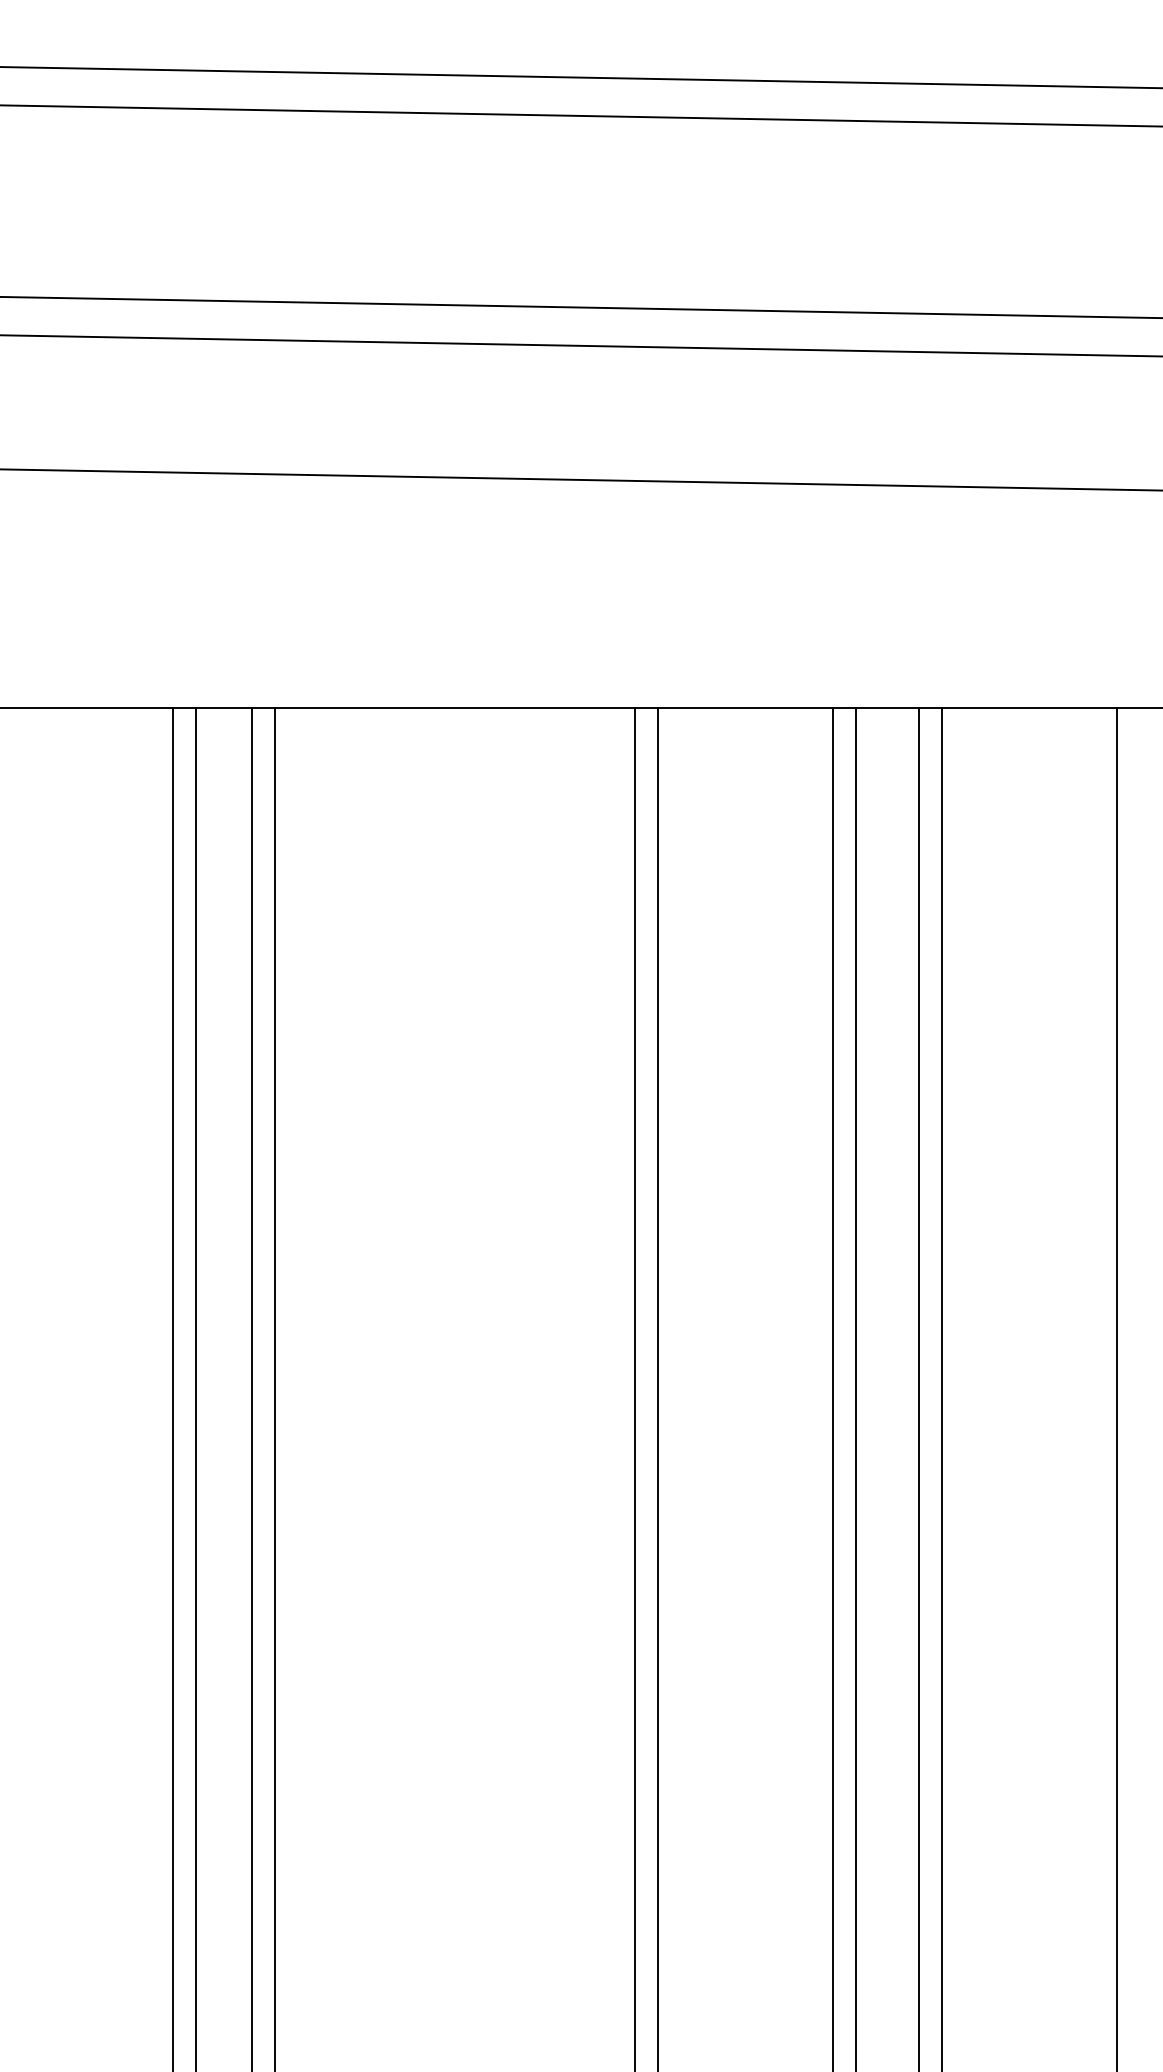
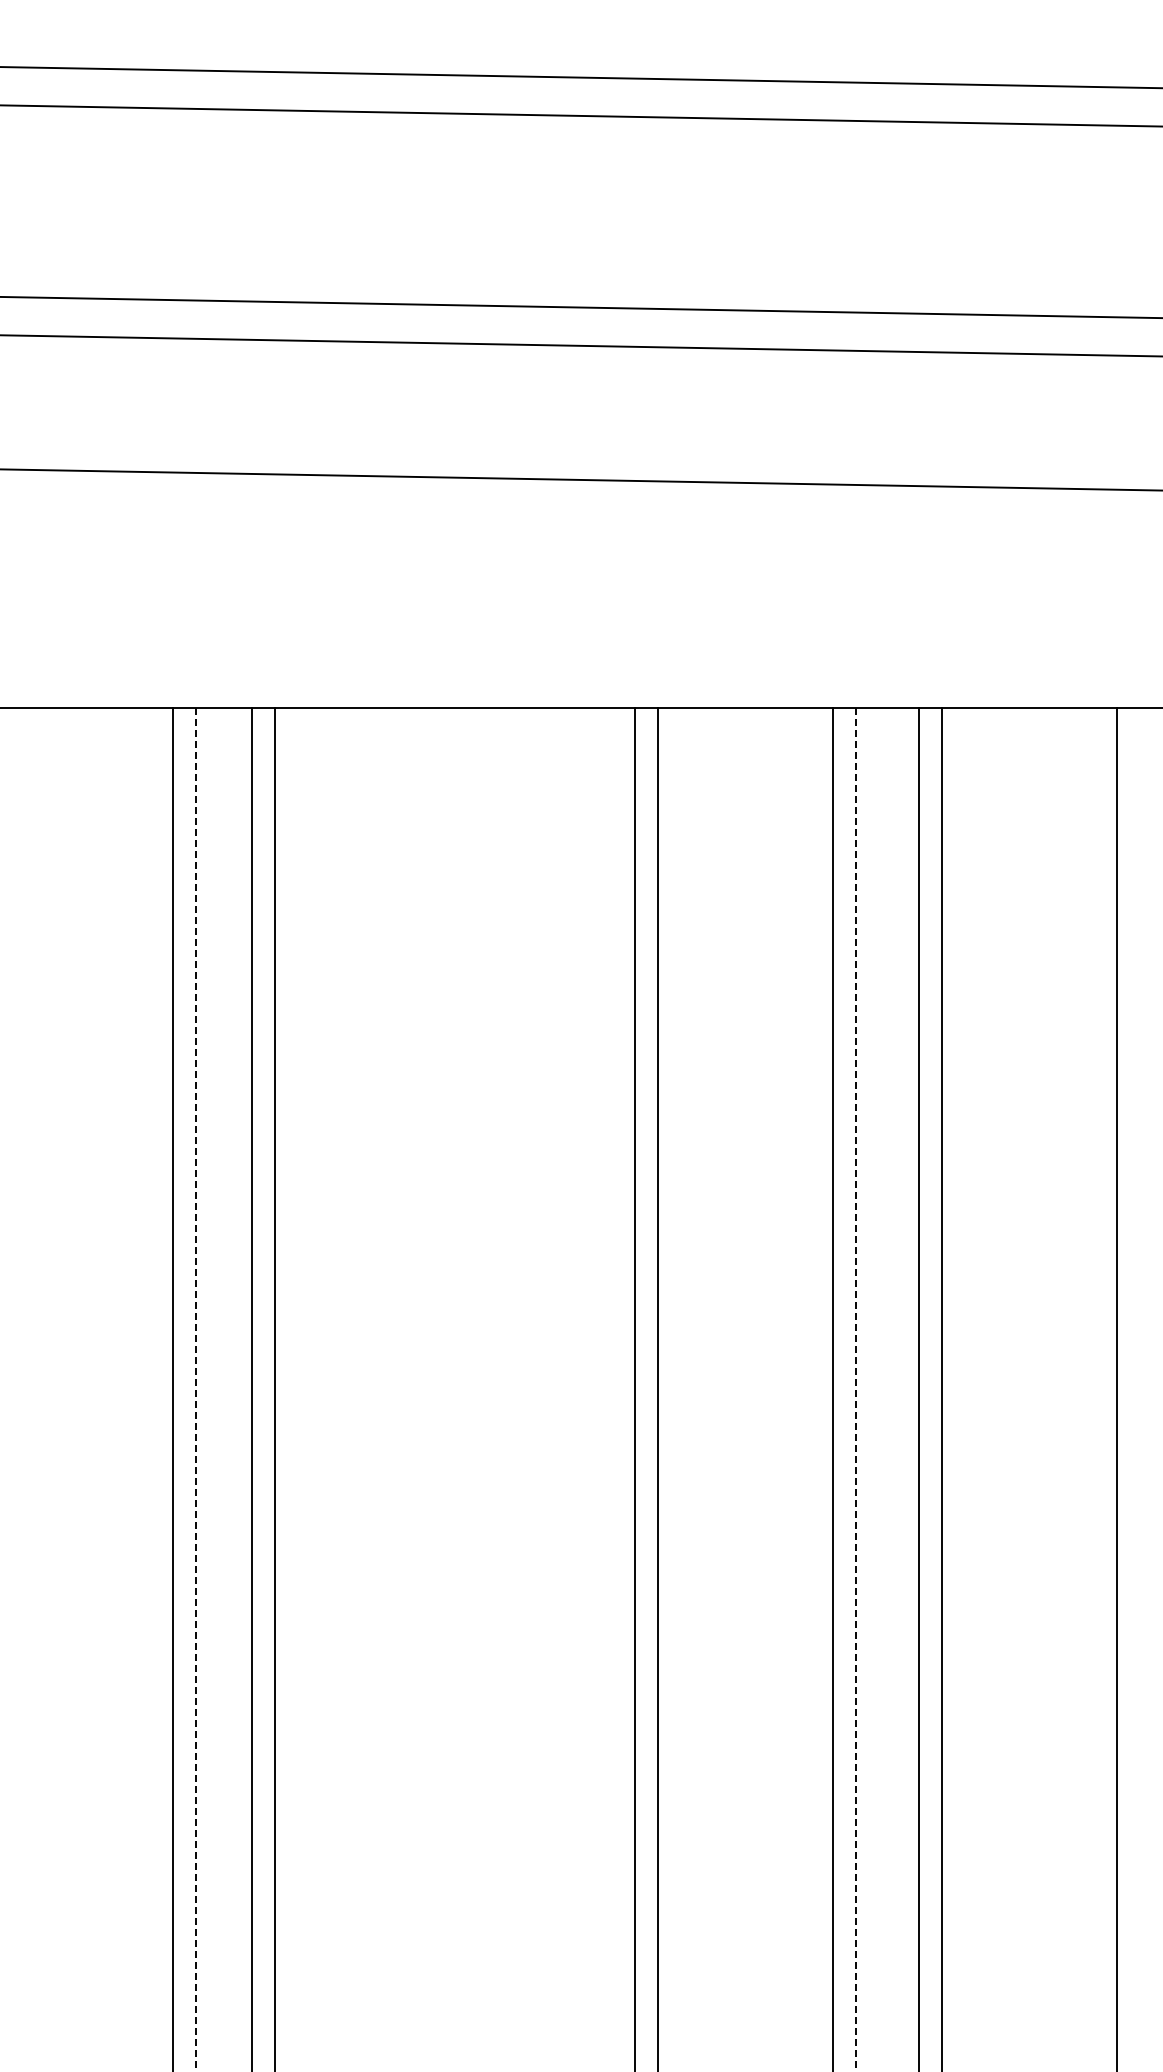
line at (195, 1390): solid -> dashed
line at (856, 1390): solid -> dashed
